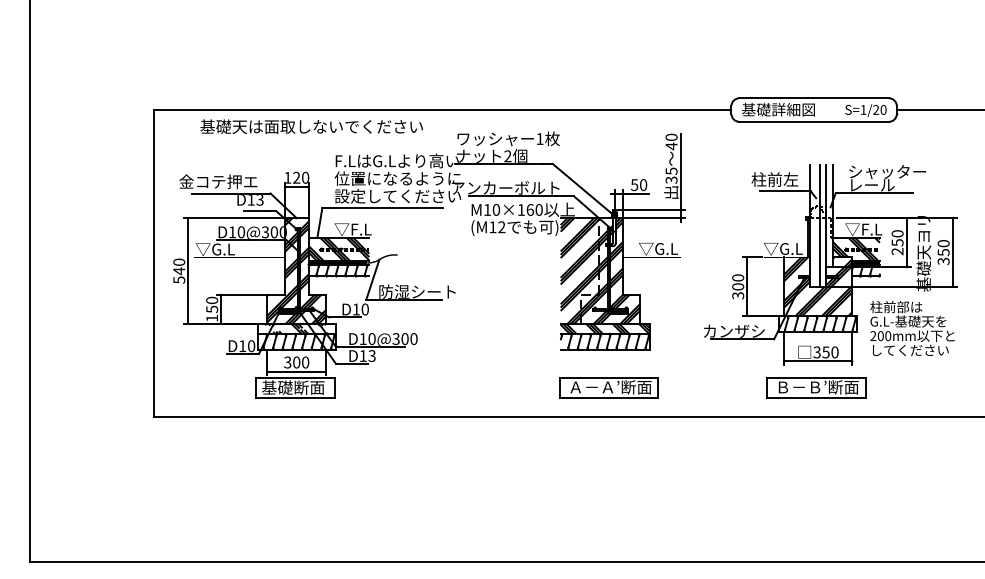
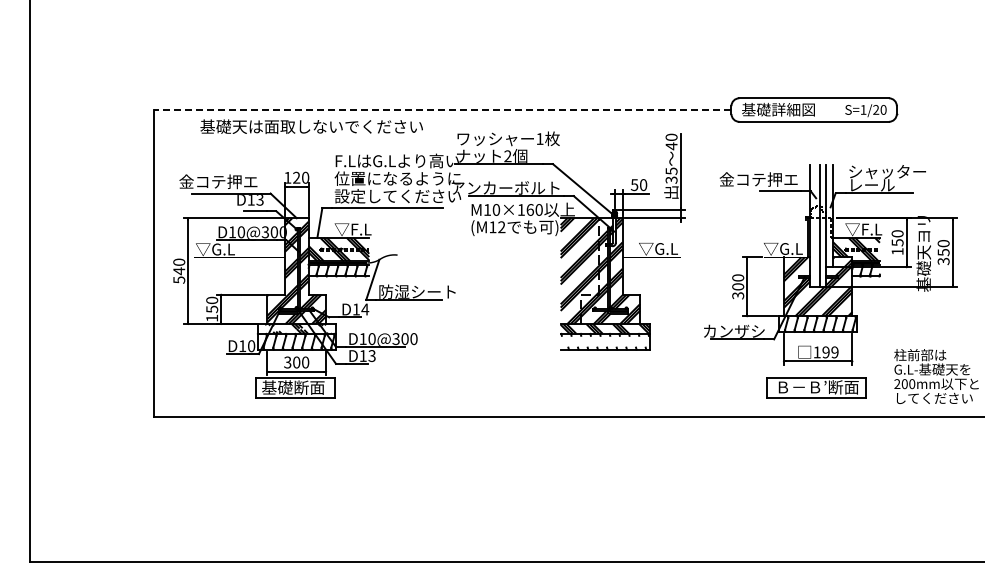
line at (442, 110): solid -> dashed
line at (938, 110): present -> none
text at (758, 179): 柱前左 -> 金コテ押エ
text at (897, 251): 250 -> 150
text at (365, 309): D10 -> D14
text at (912, 328) position: (912, 328) -> (936, 376)
hatch at (604, 341): present -> none
text at (825, 352): 350 -> 199
part at (608, 387): present -> none
